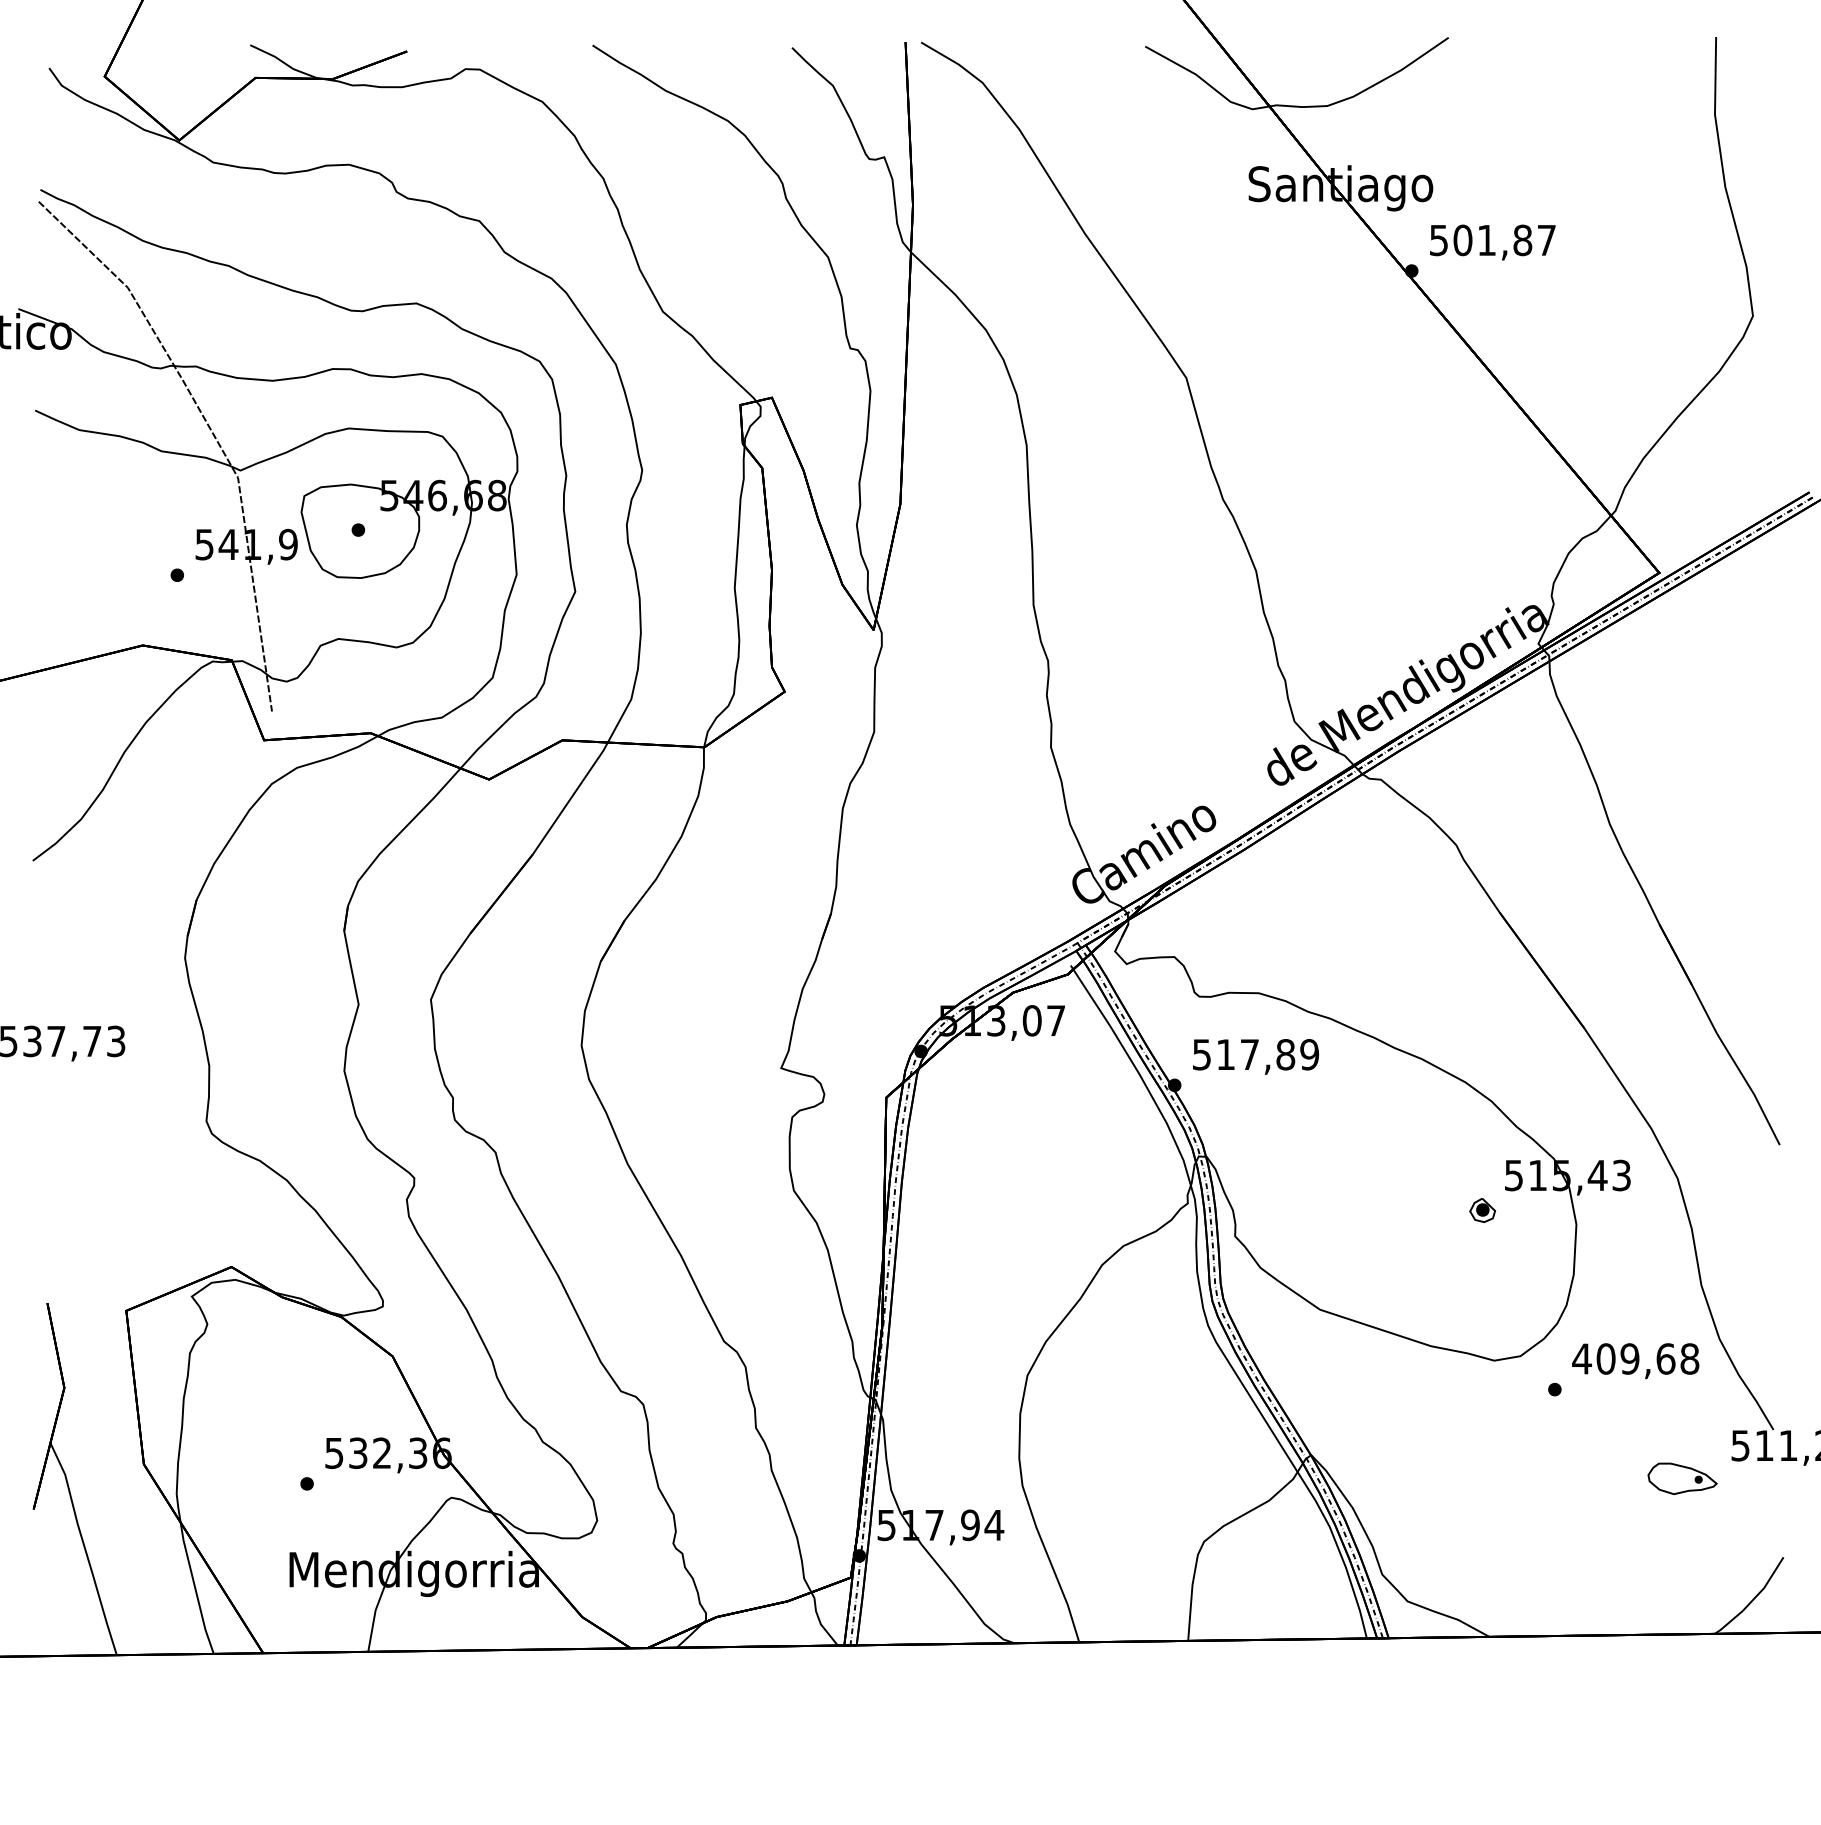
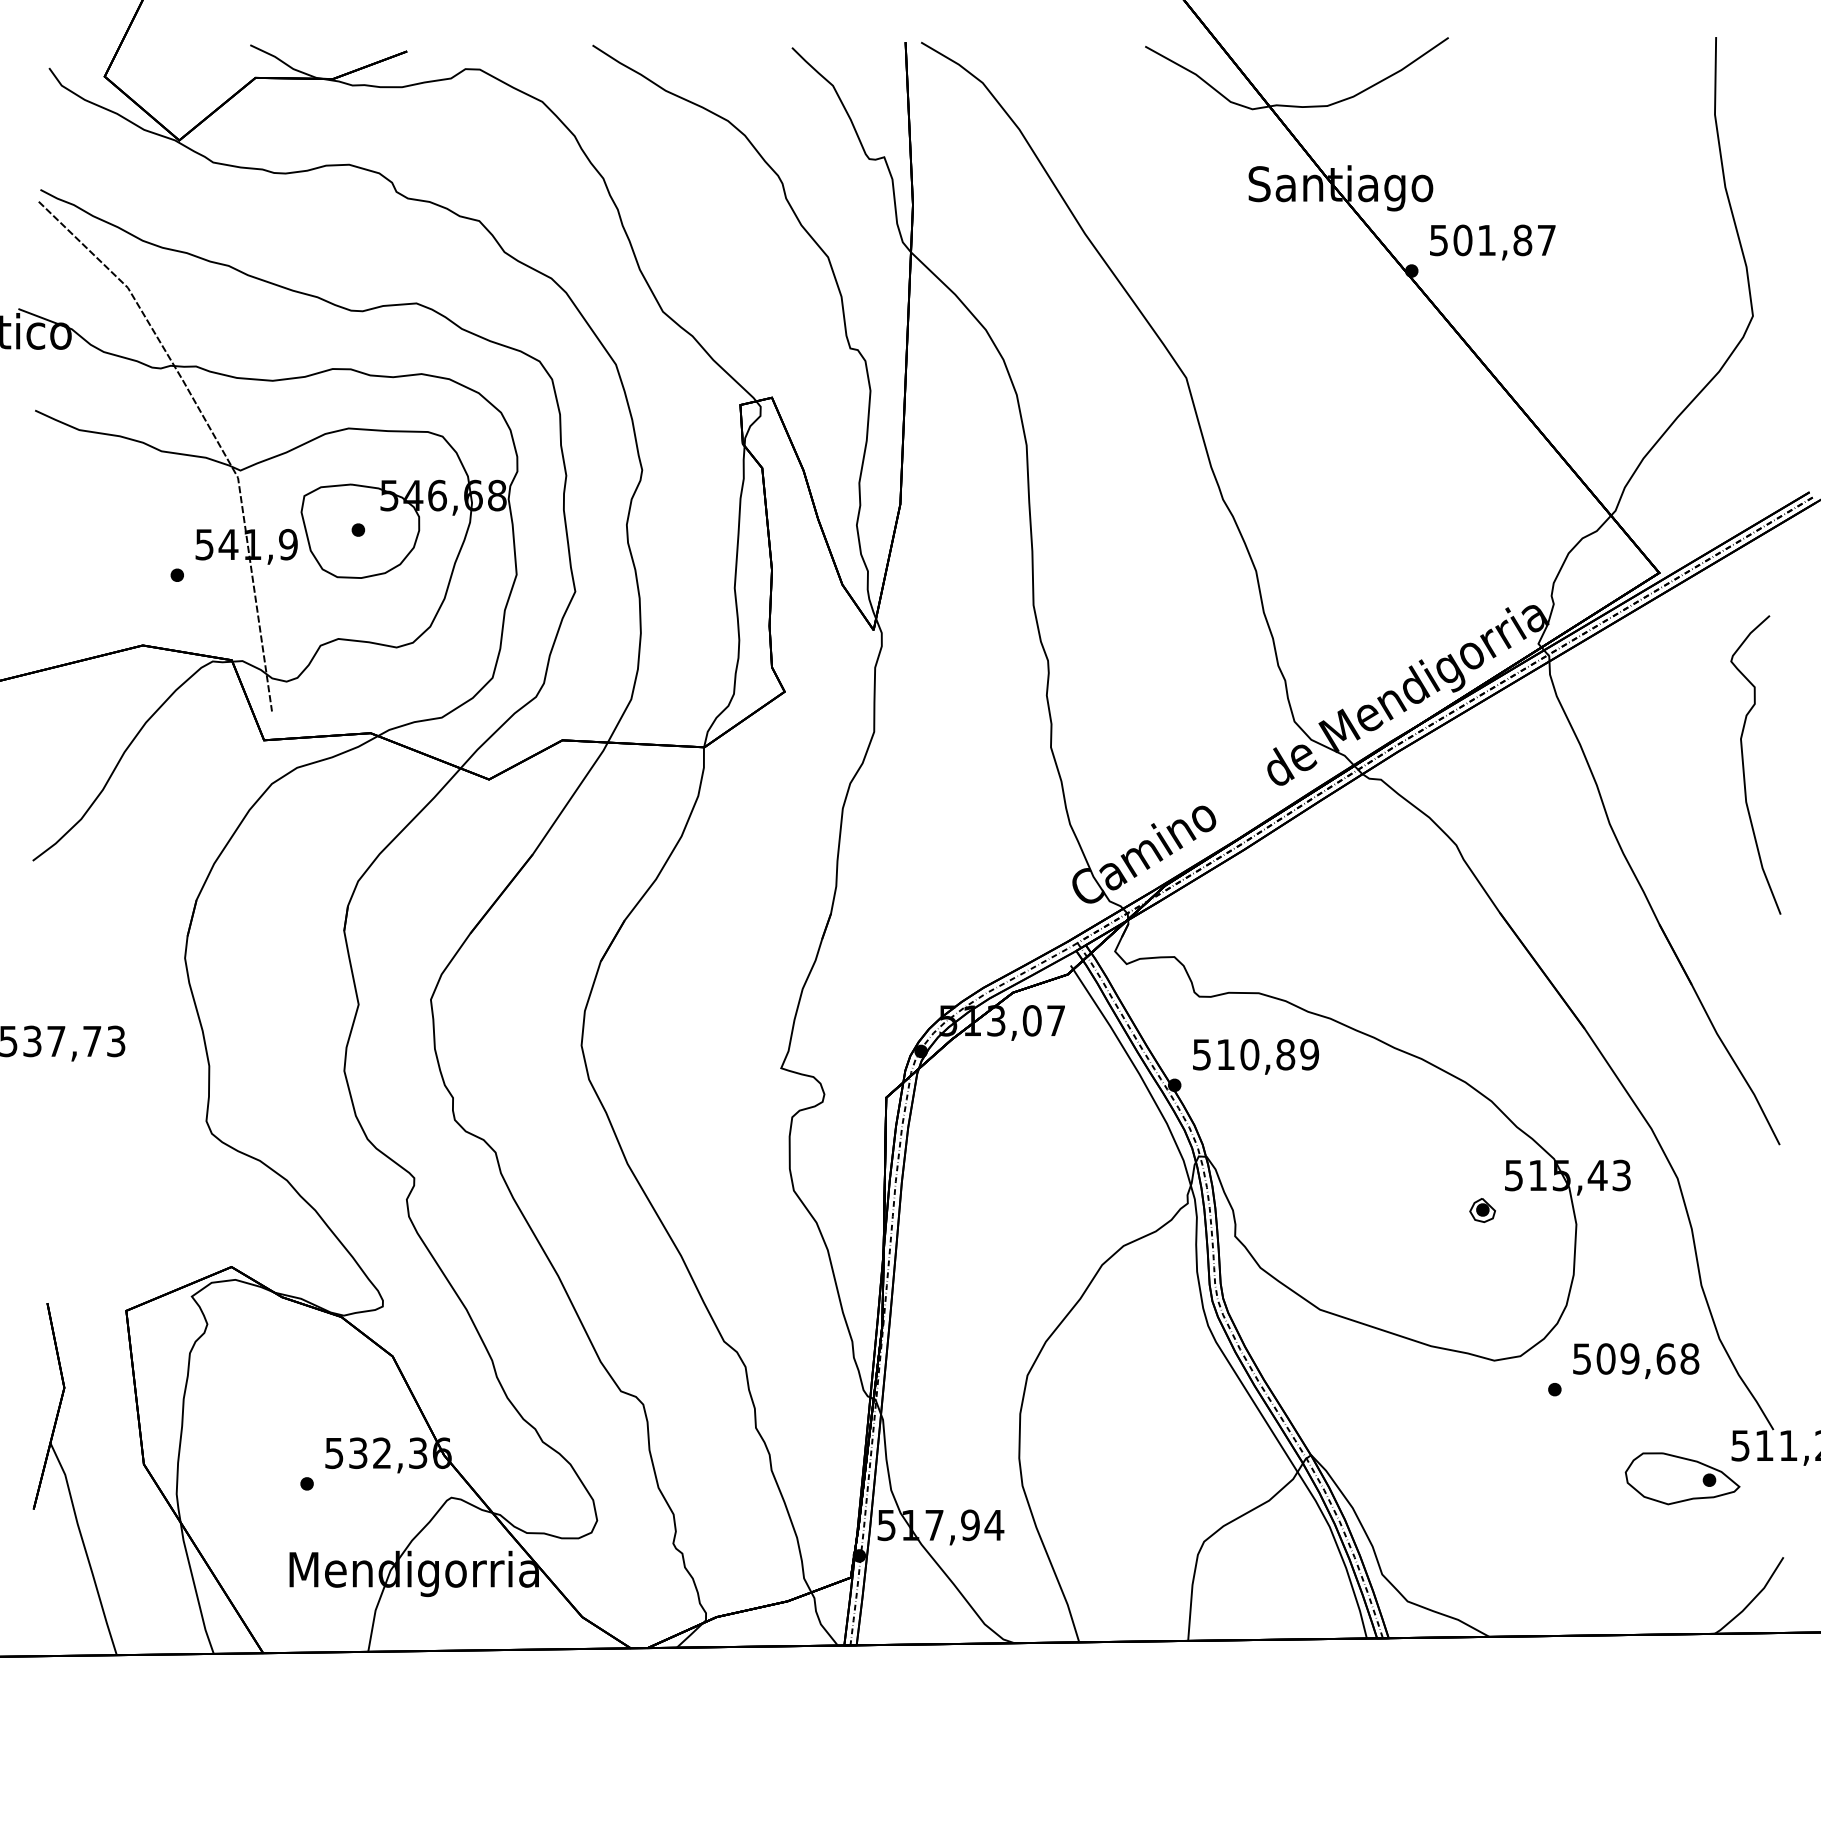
curve at (1744, 765): none -> present
text at (1249, 1054): 517,89 -> 510,89
text at (1582, 1358): 409,68 -> 509,68
part at (1682, 1478) size: 71x33 px -> 117x54 px
